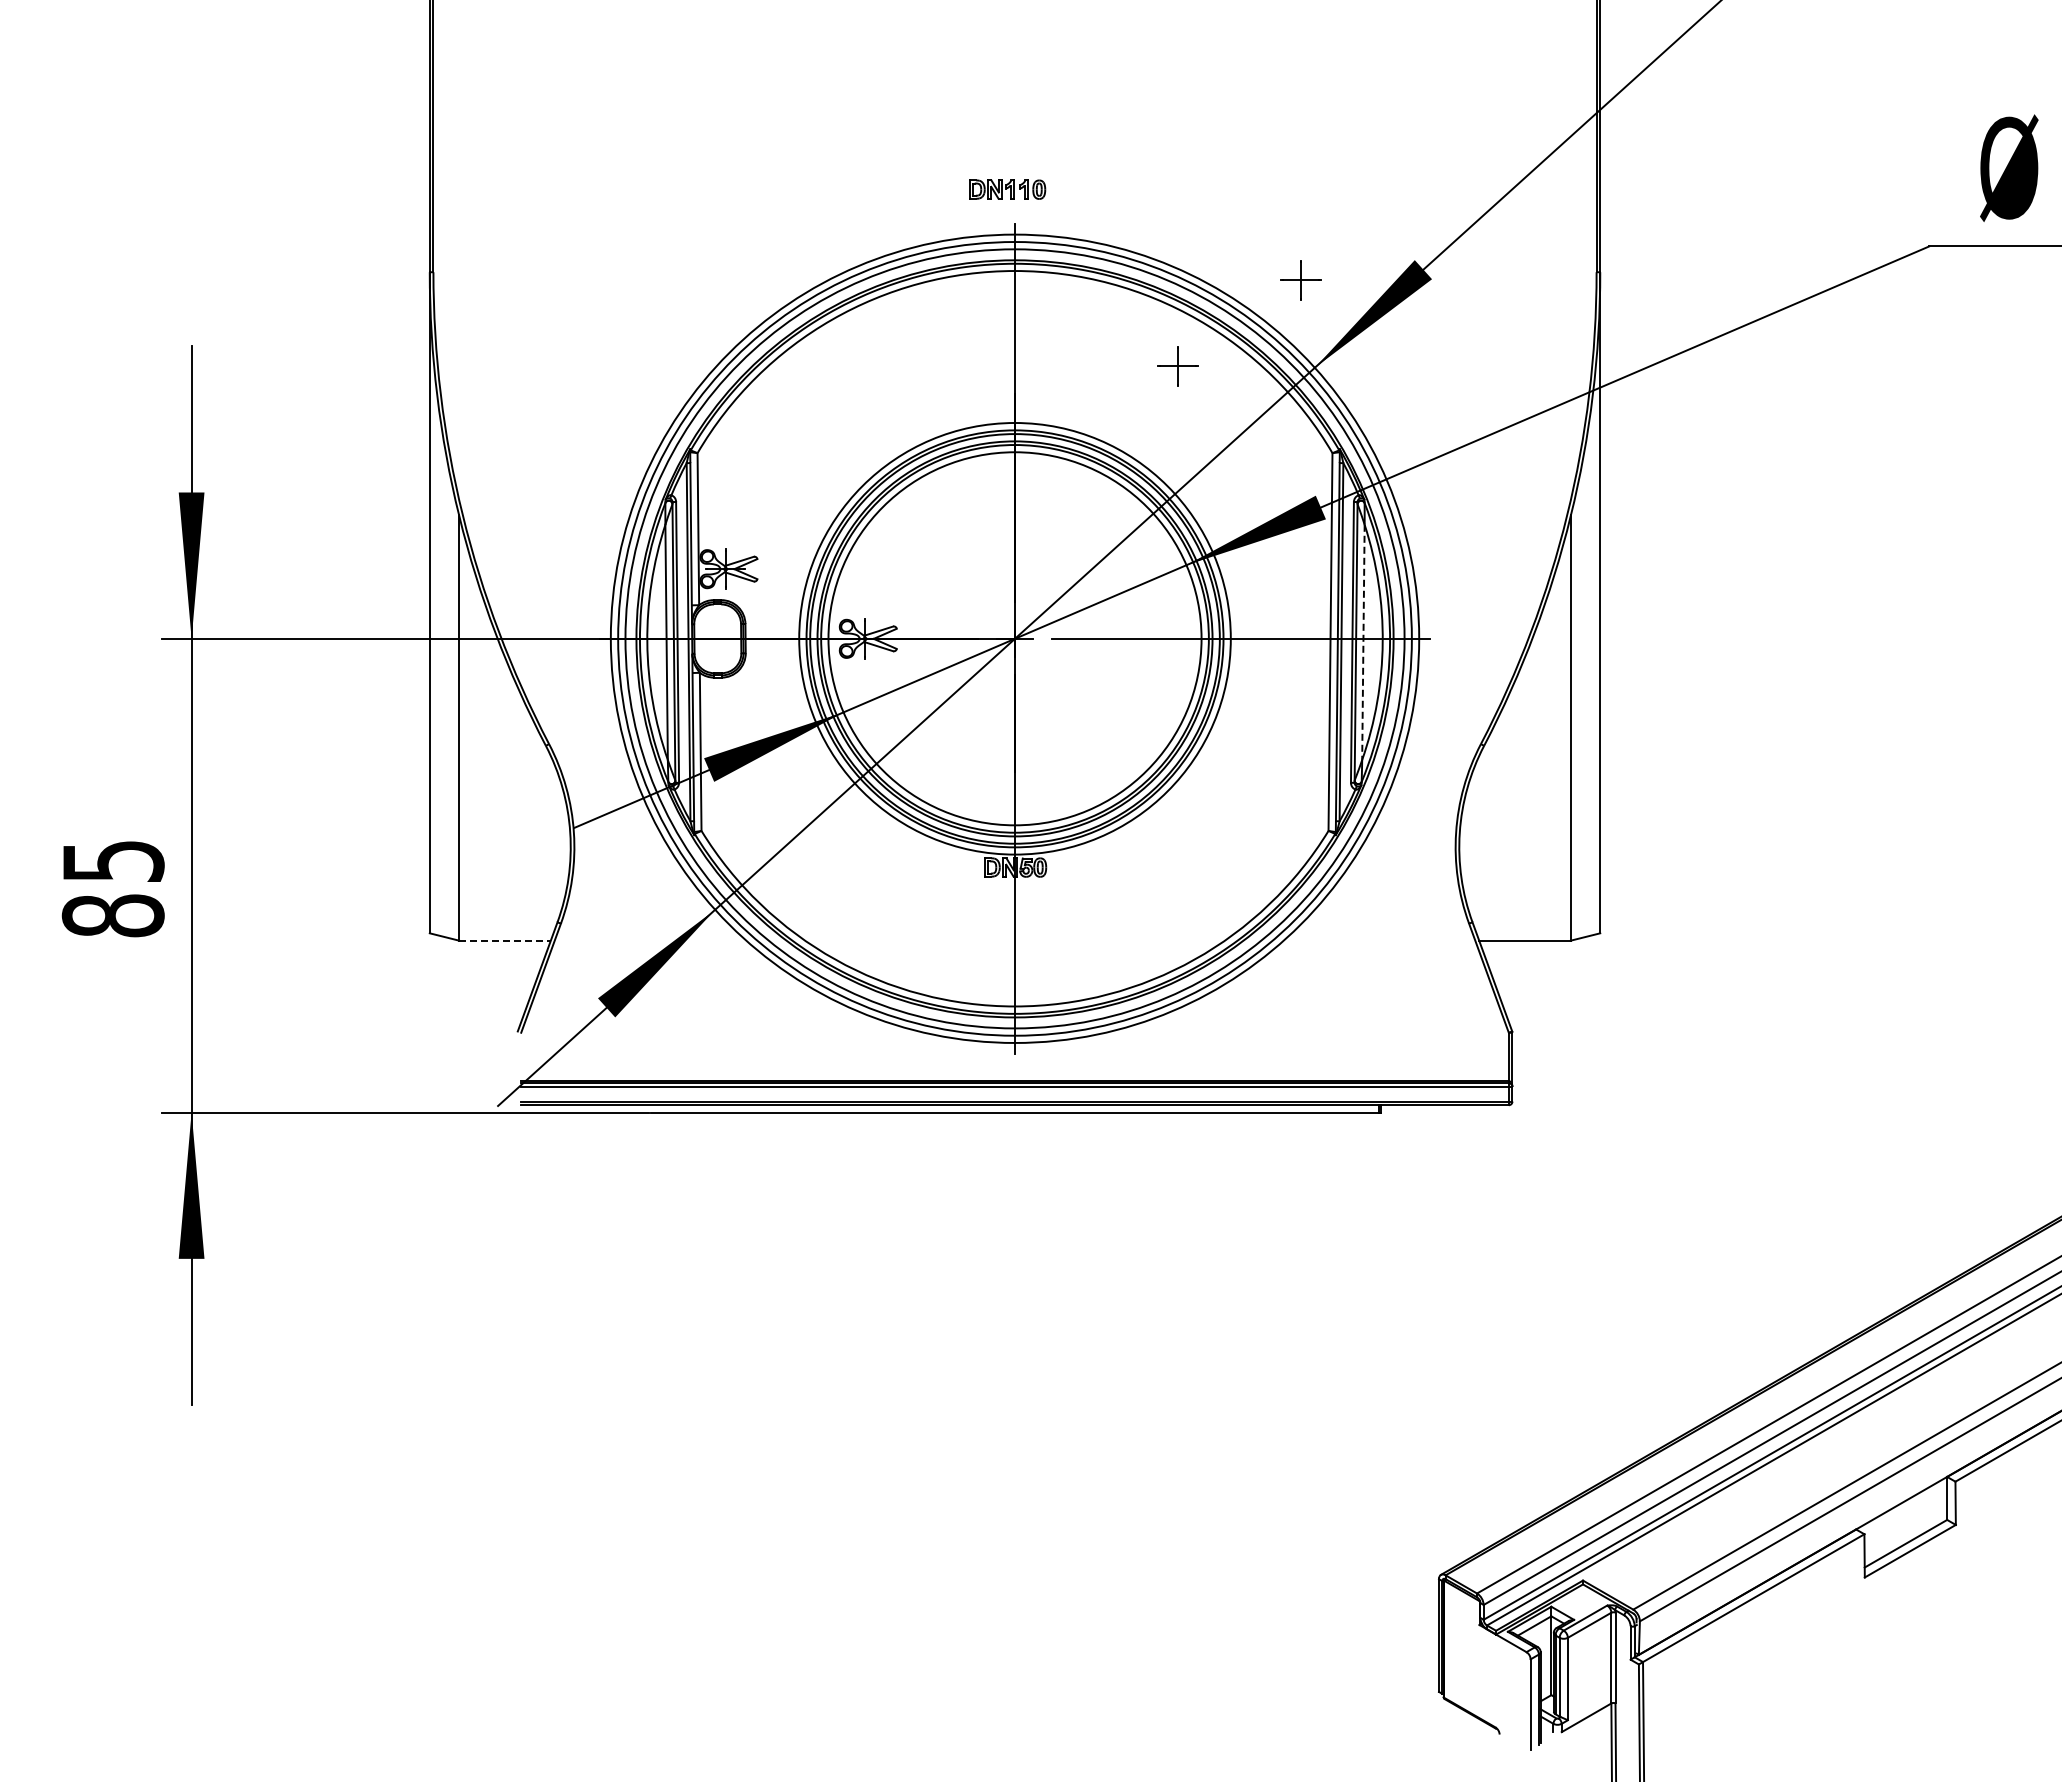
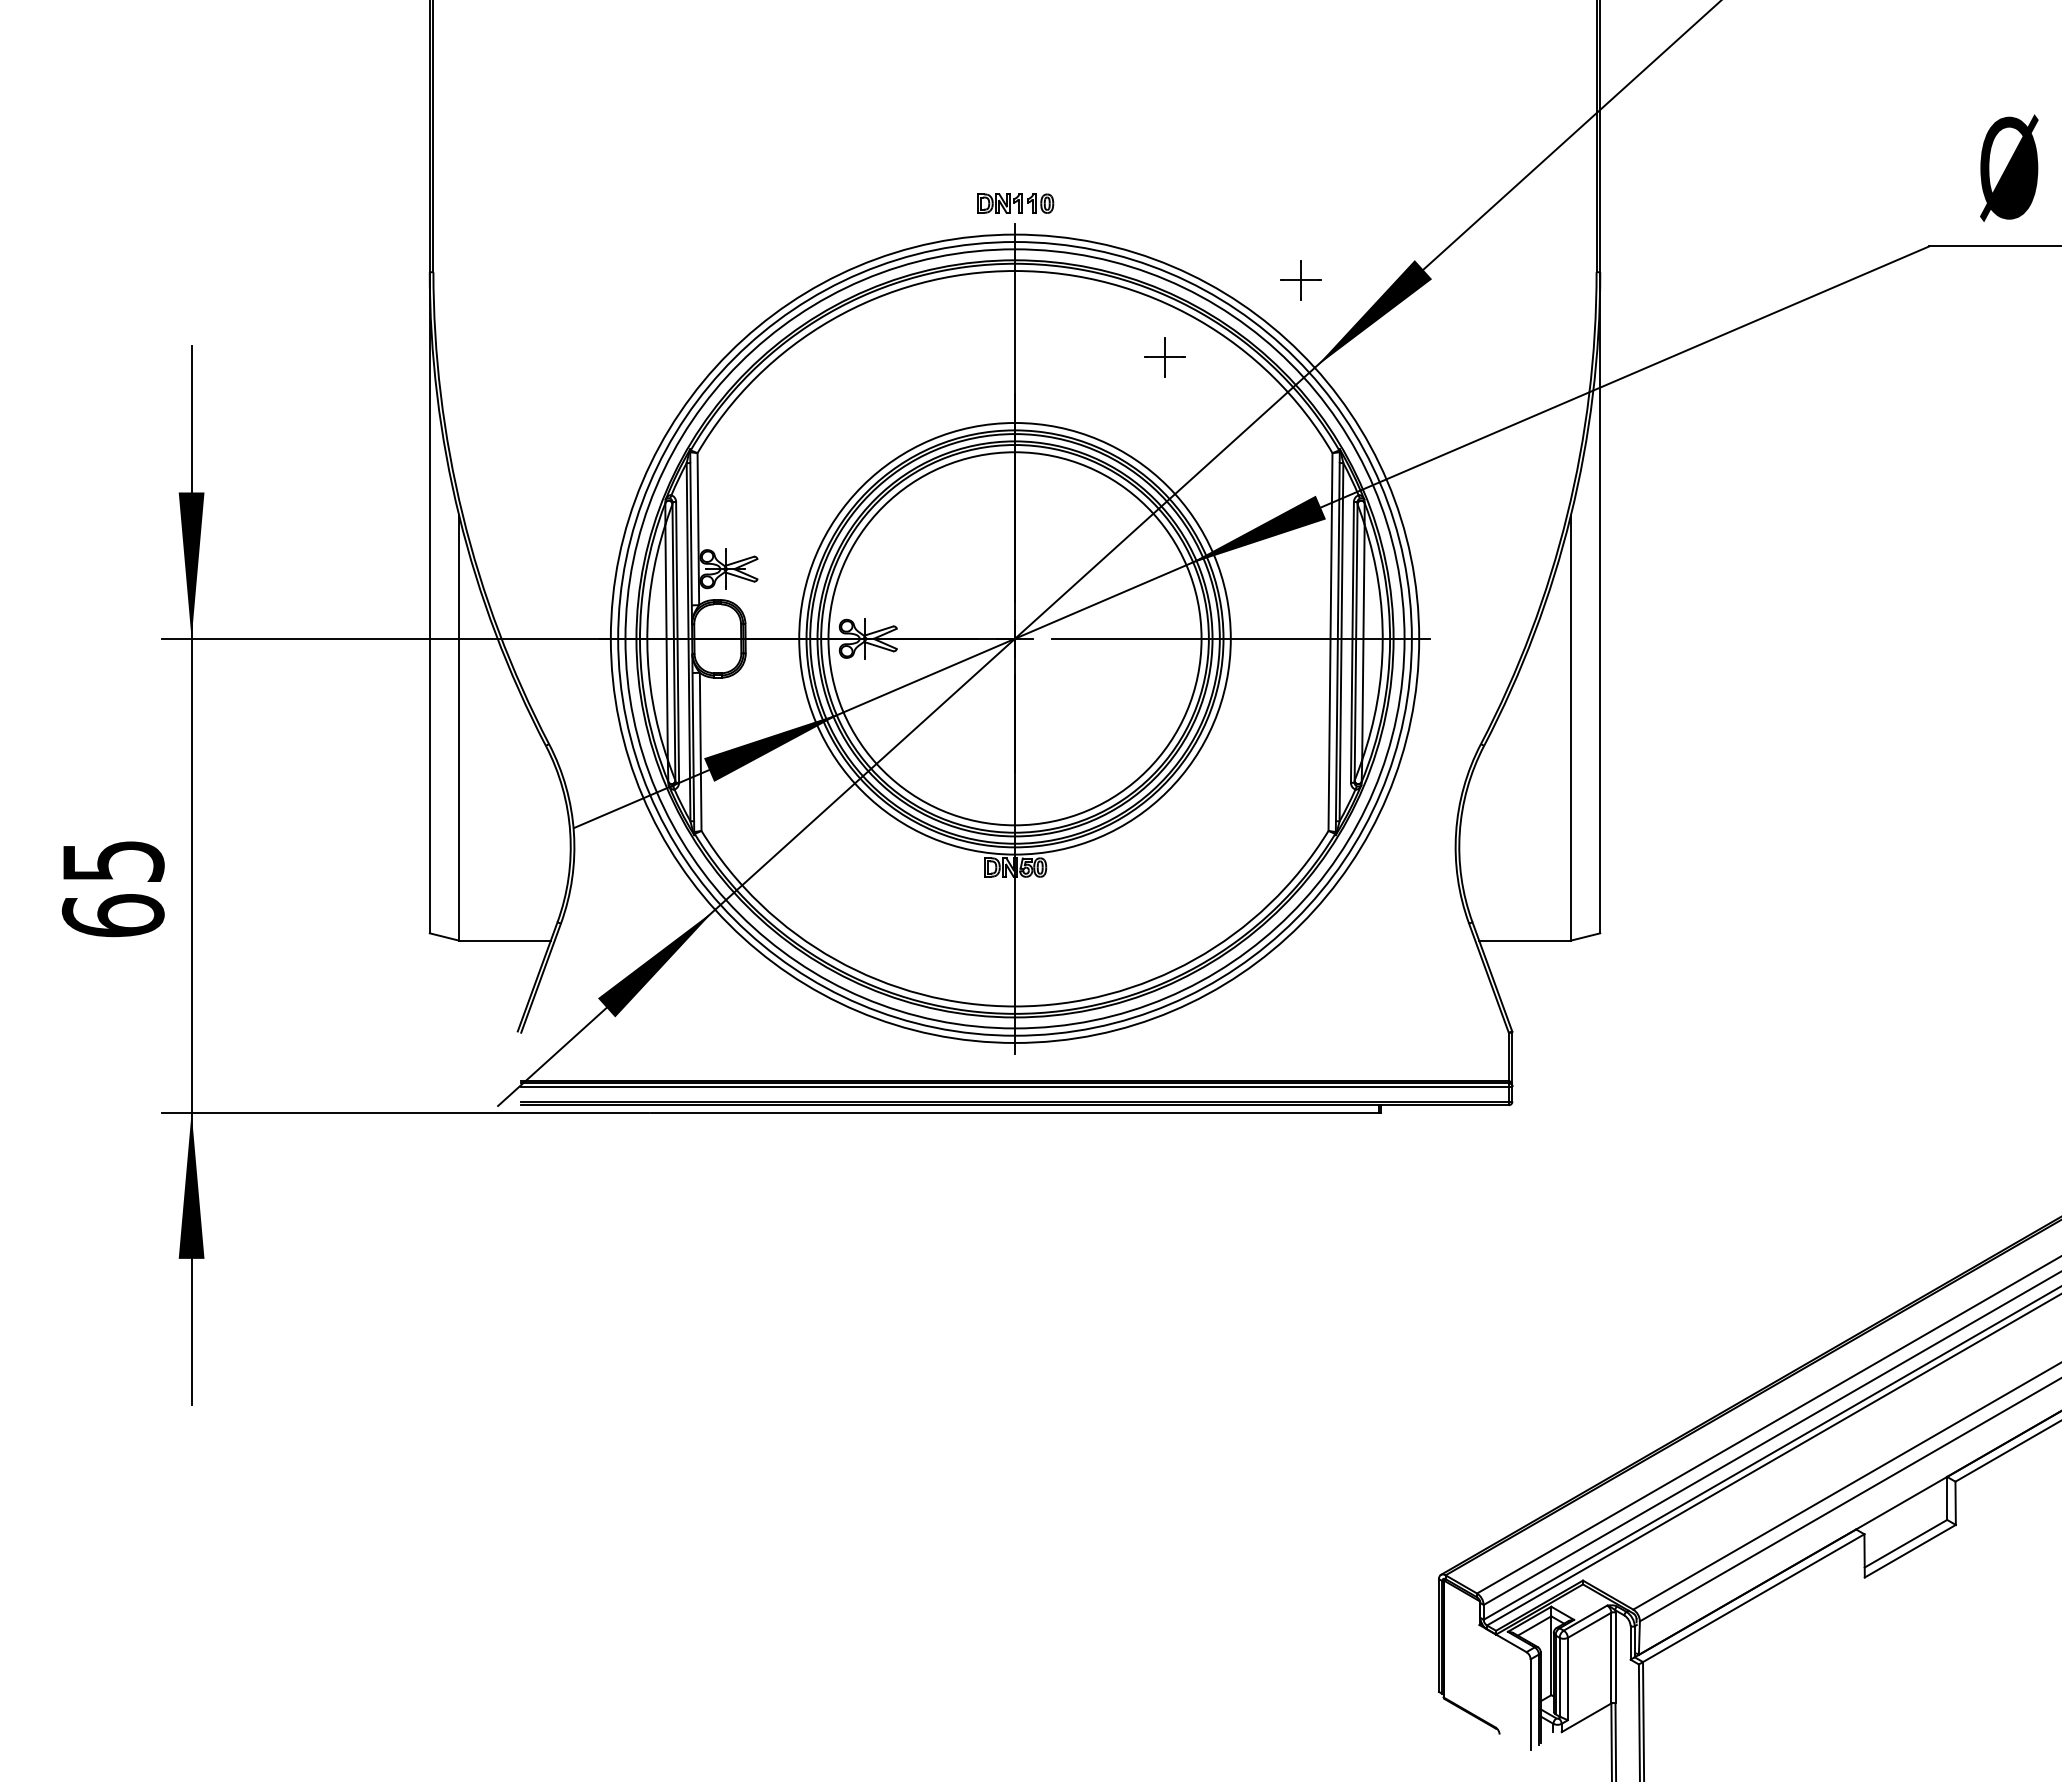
part at (1007, 189) position: (1007, 189) -> (1015, 203)
part at (1177, 366) position: (1177, 366) -> (1164, 357)
line at (1363, 642): dashed -> solid
text at (112, 915): 85 -> 65
line at (504, 940): dashed -> solid
